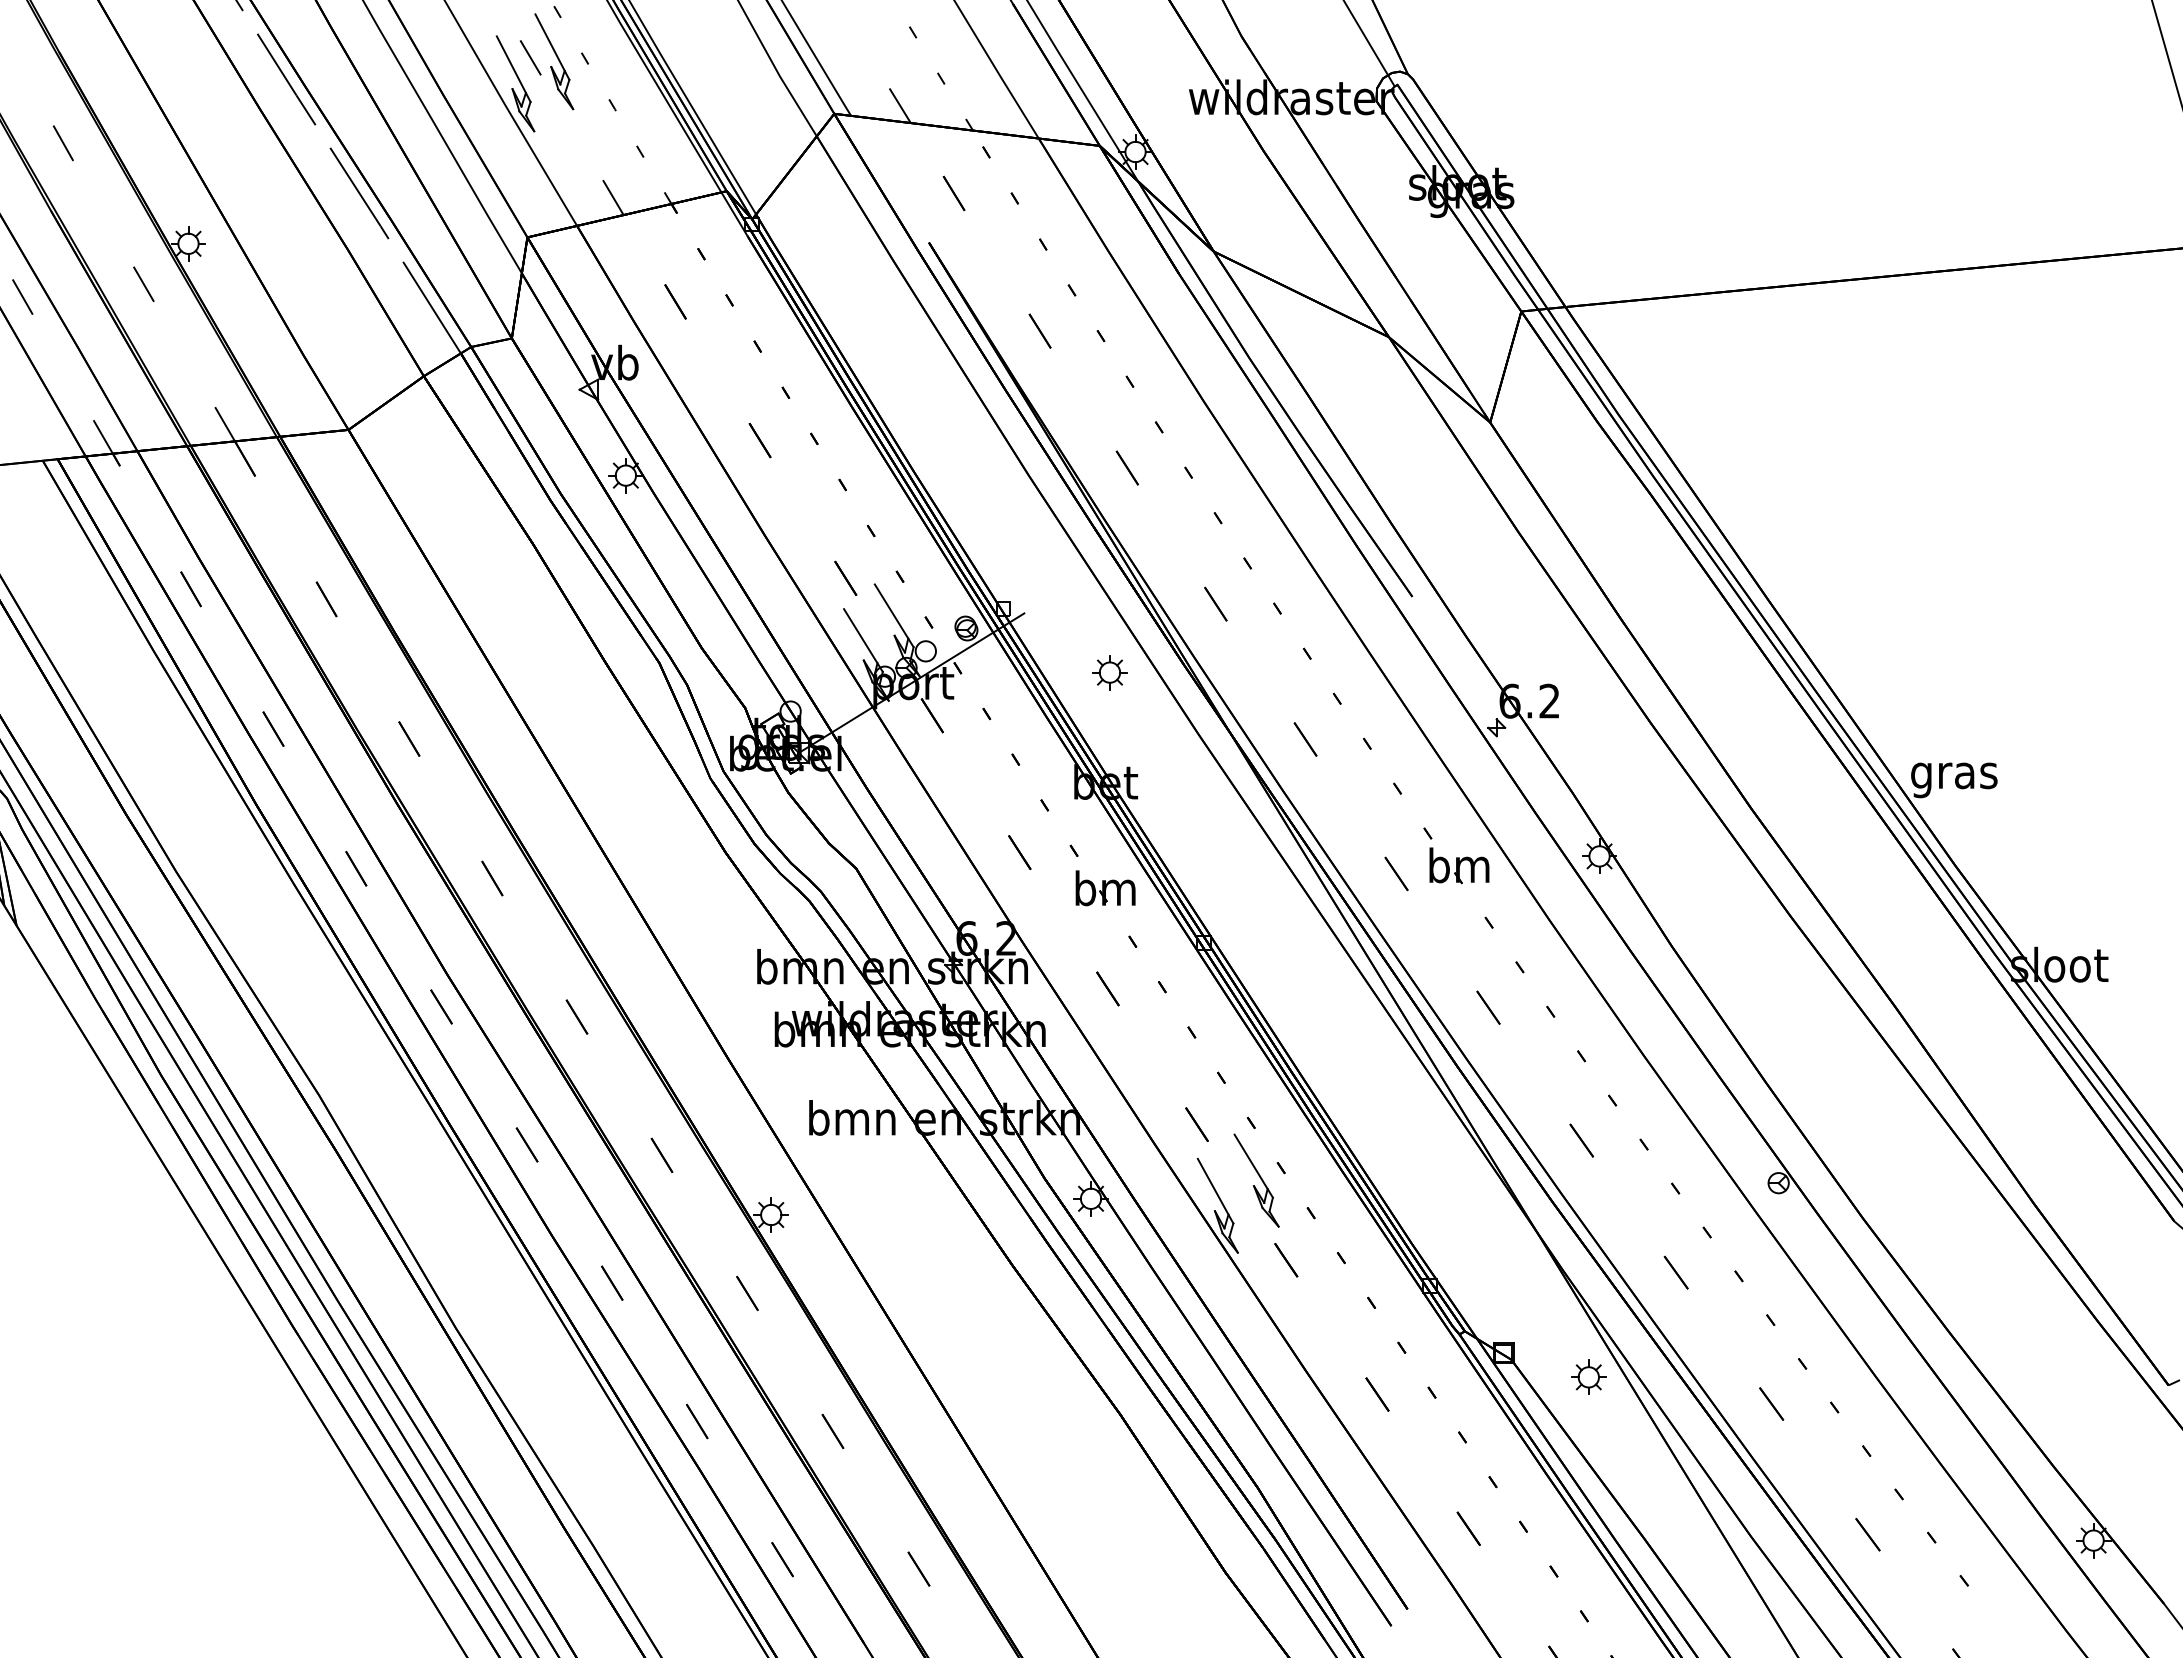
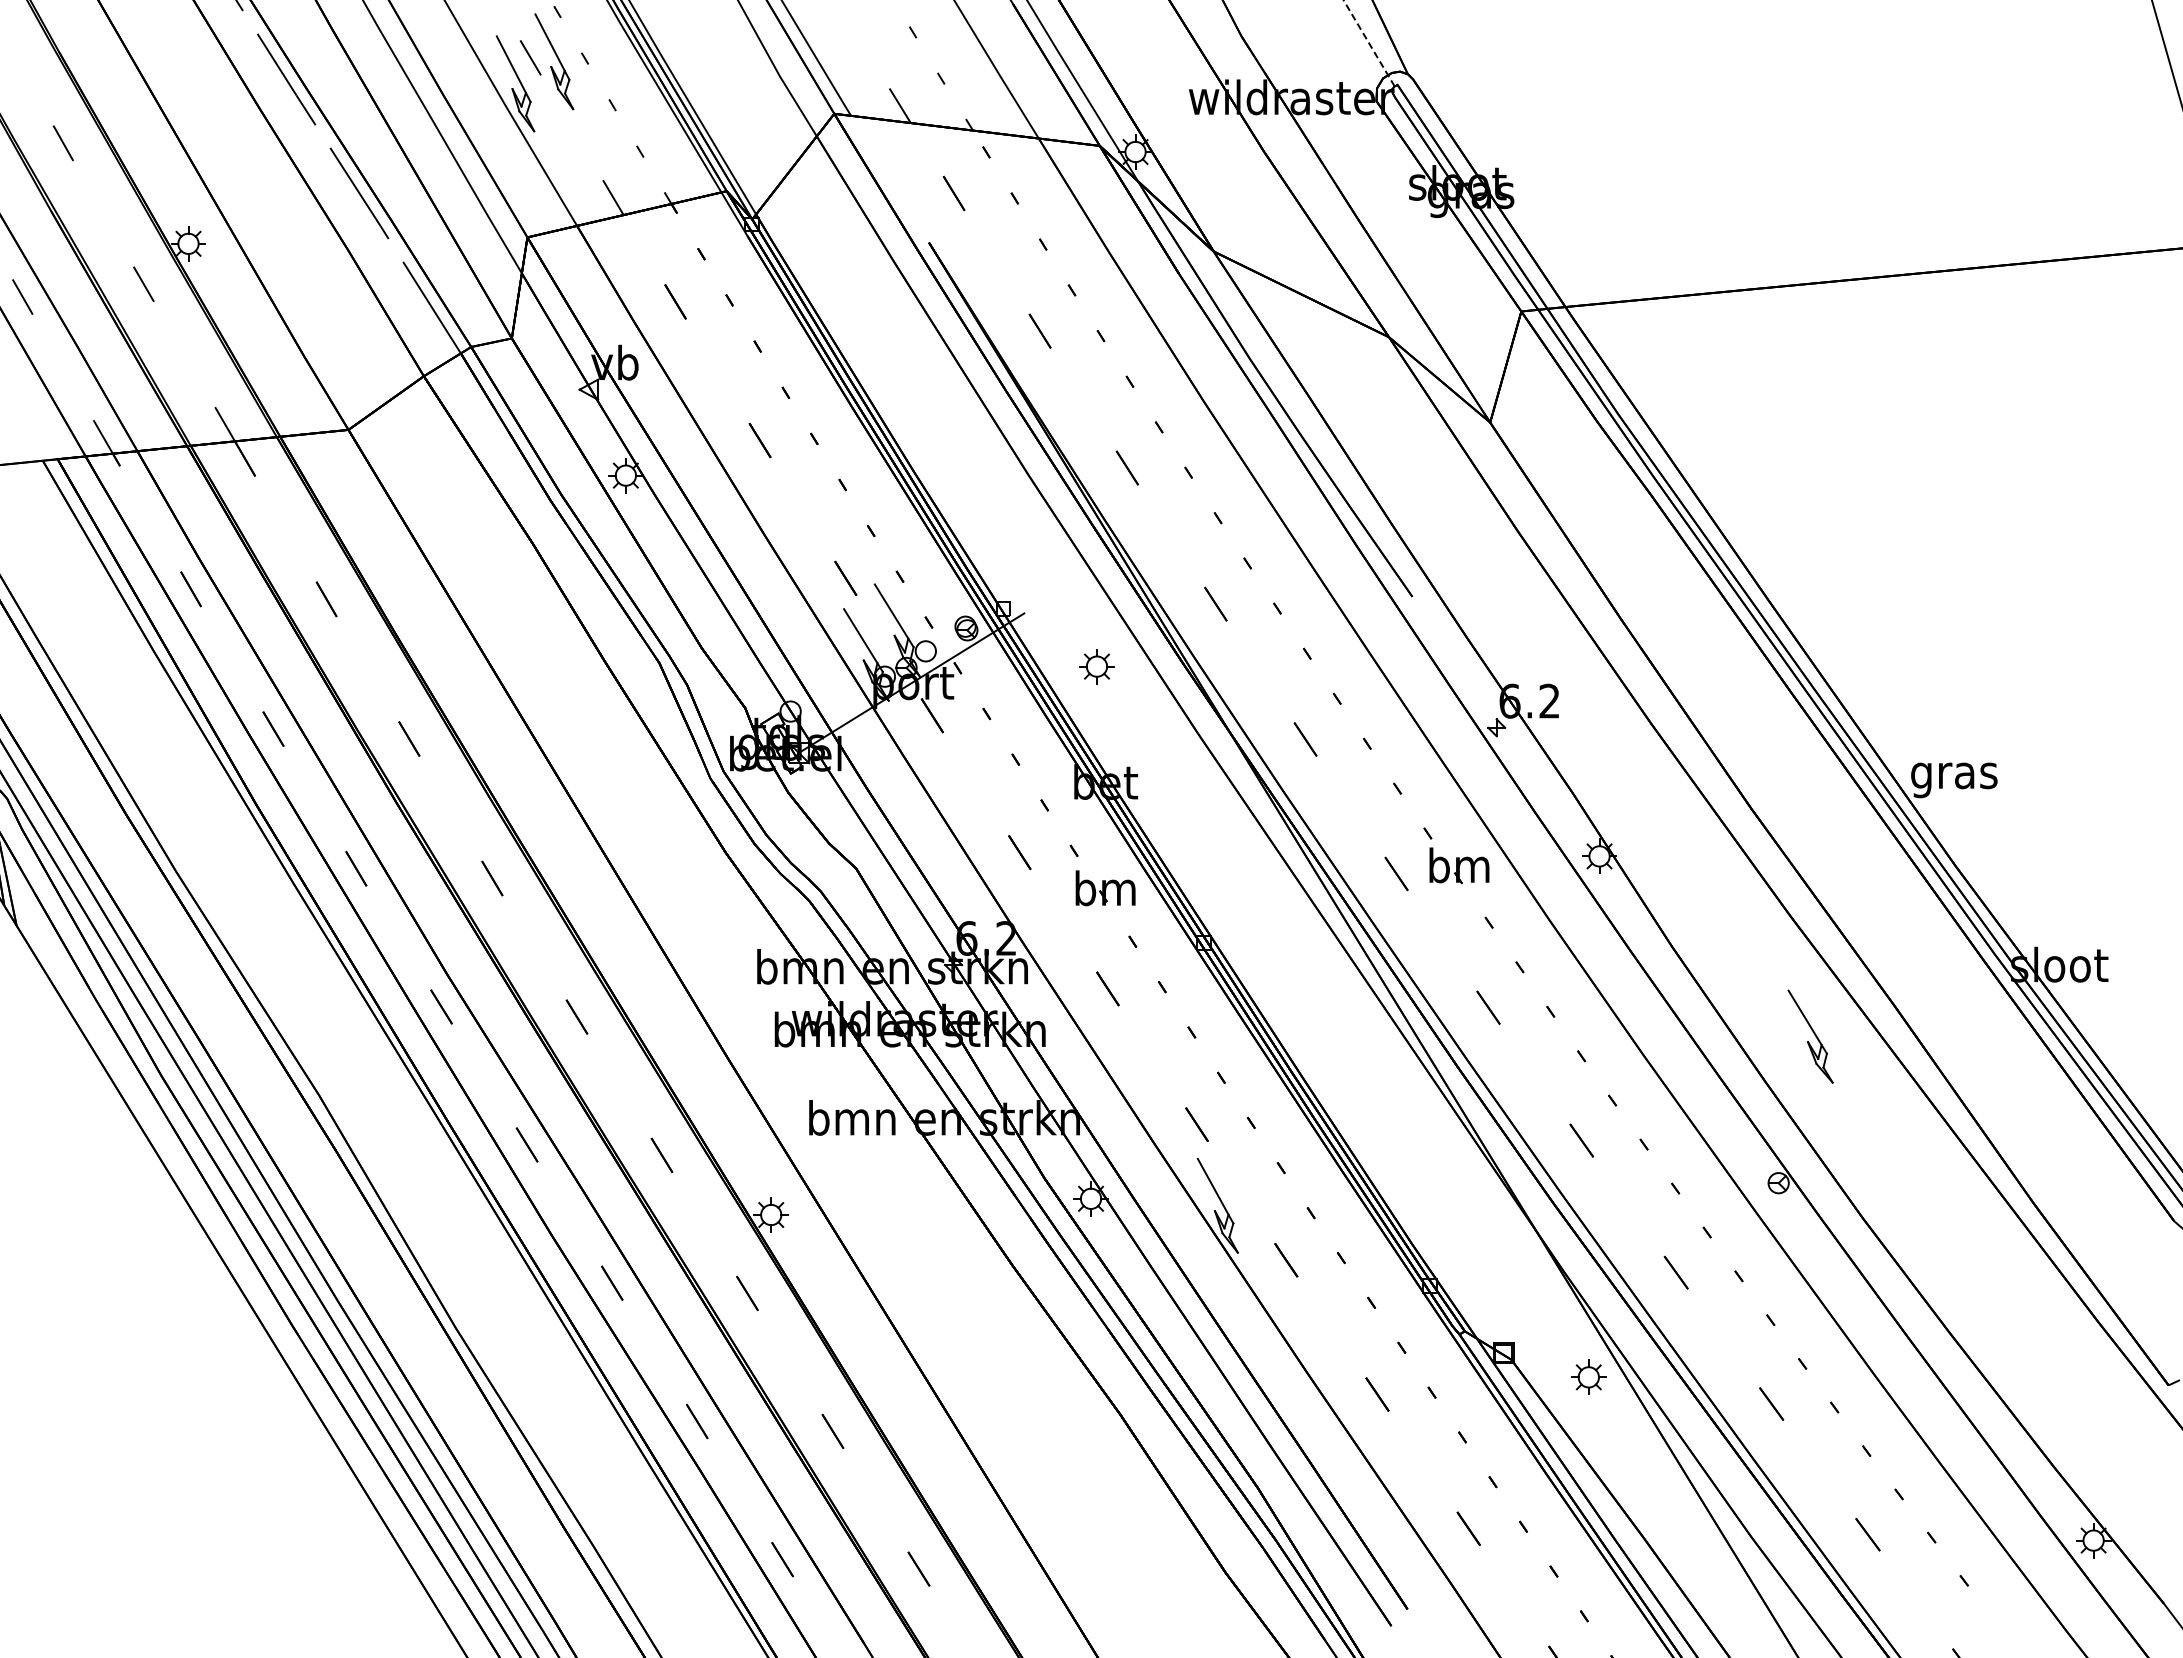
line at (1369, 43): solid -> dashed
part at (1109, 672) position: (1109, 672) -> (1096, 666)
part at (1256, 1180) position: (1256, 1180) -> (1810, 1036)
